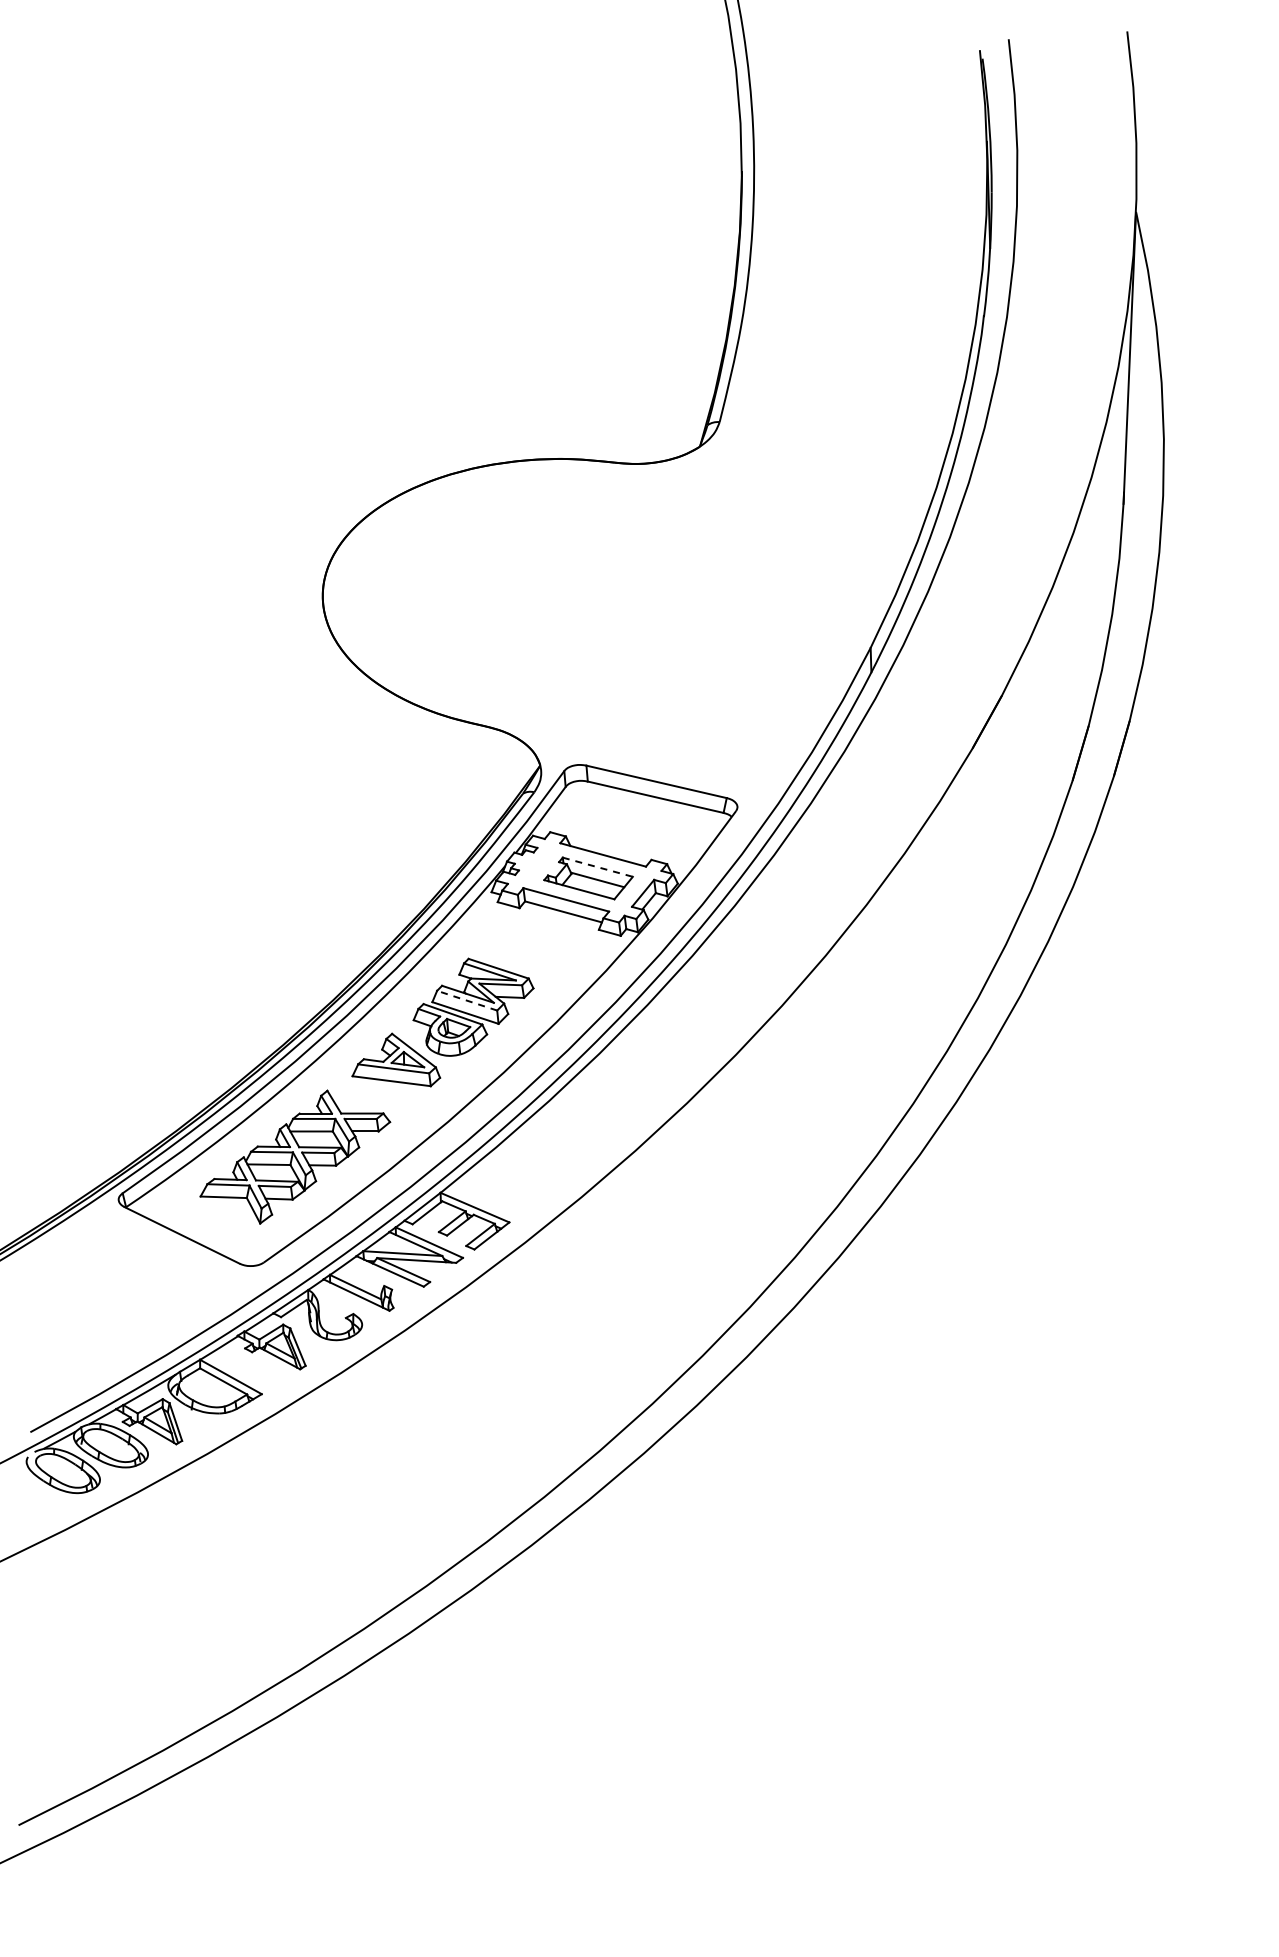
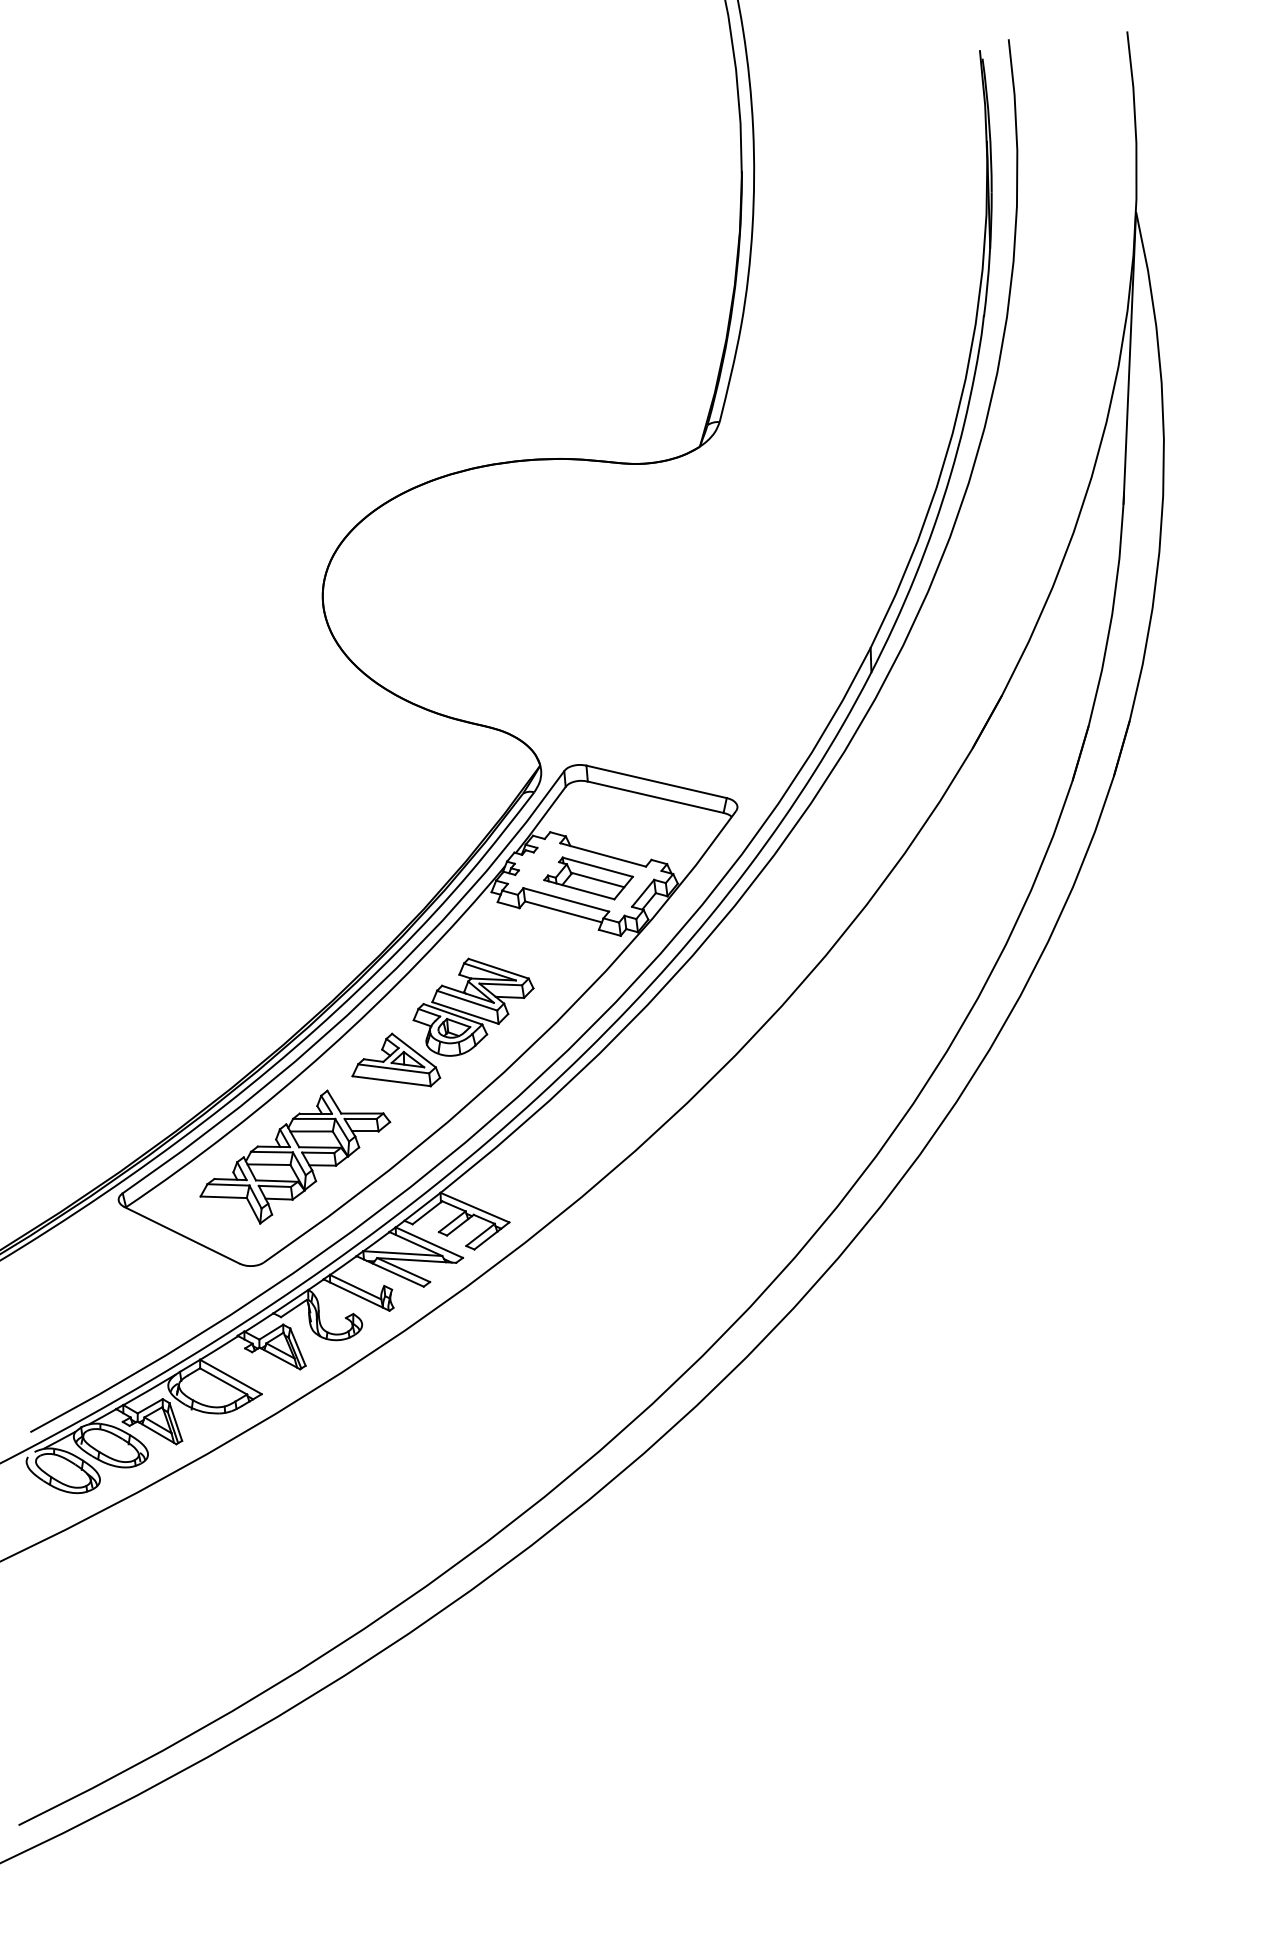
line at (598, 867): dashed -> solid
line at (467, 1000): dashed -> solid
